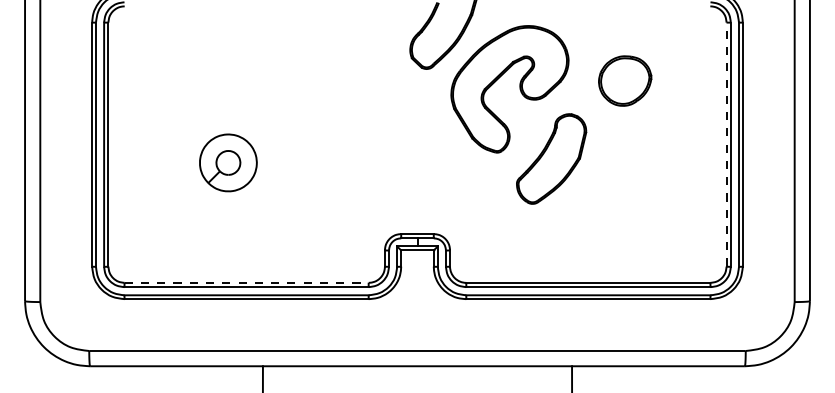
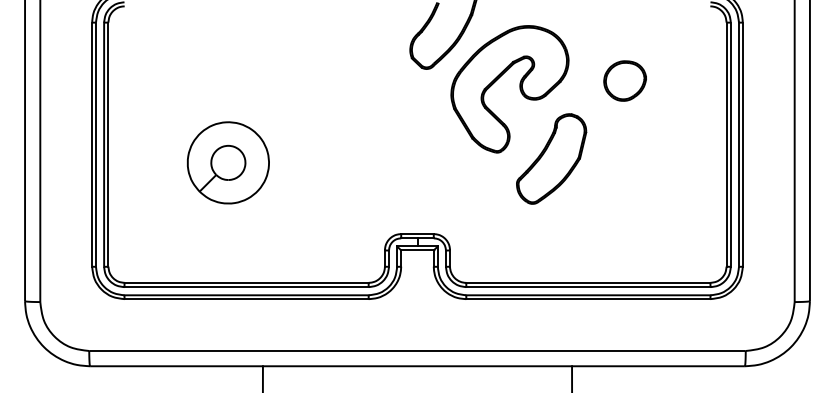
part at (625, 80) size: 55x52 px -> 44x42 px
line at (726, 144): dashed -> solid
part at (228, 162) size: 59x60 px -> 83x84 px
line at (247, 282): dashed -> solid
